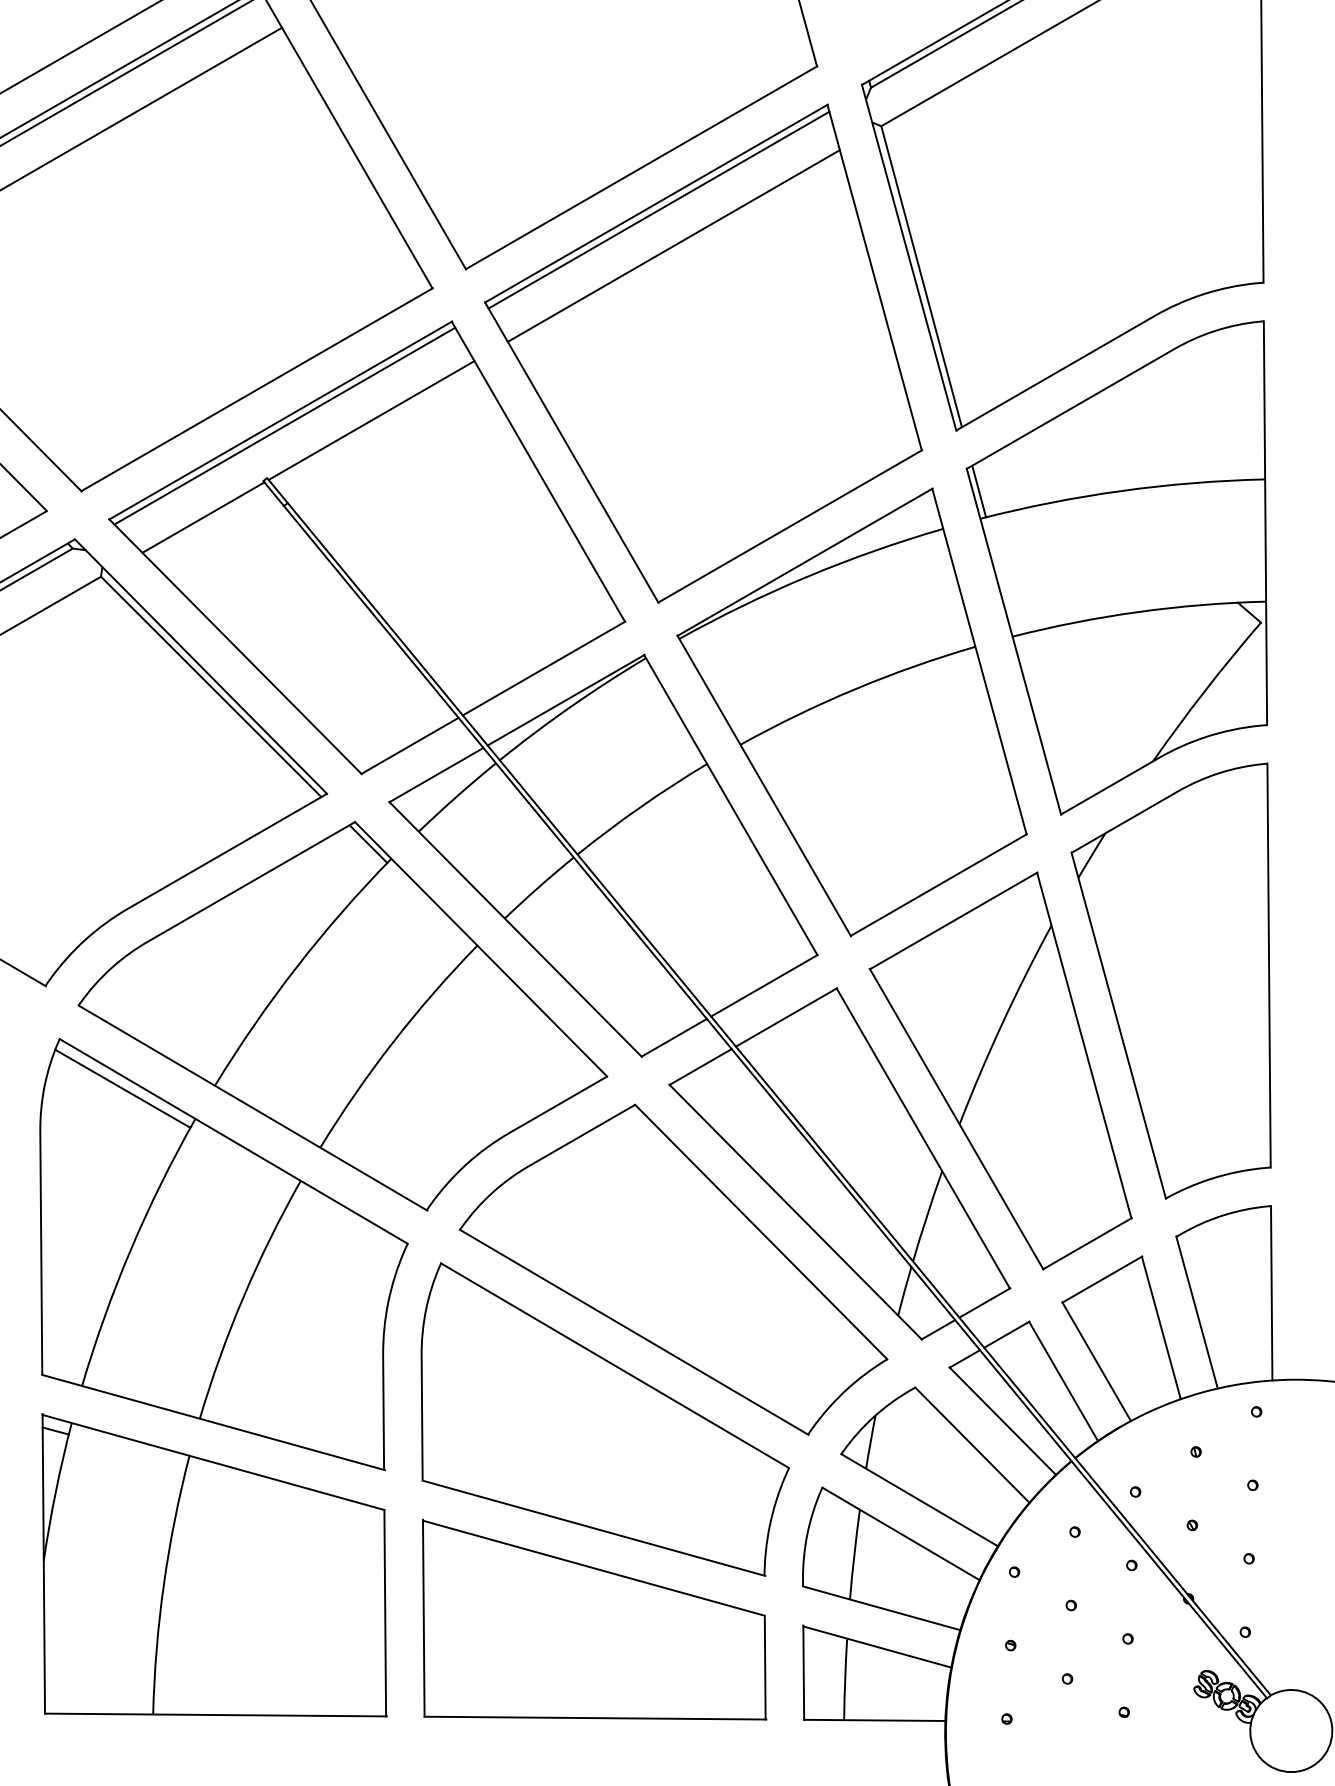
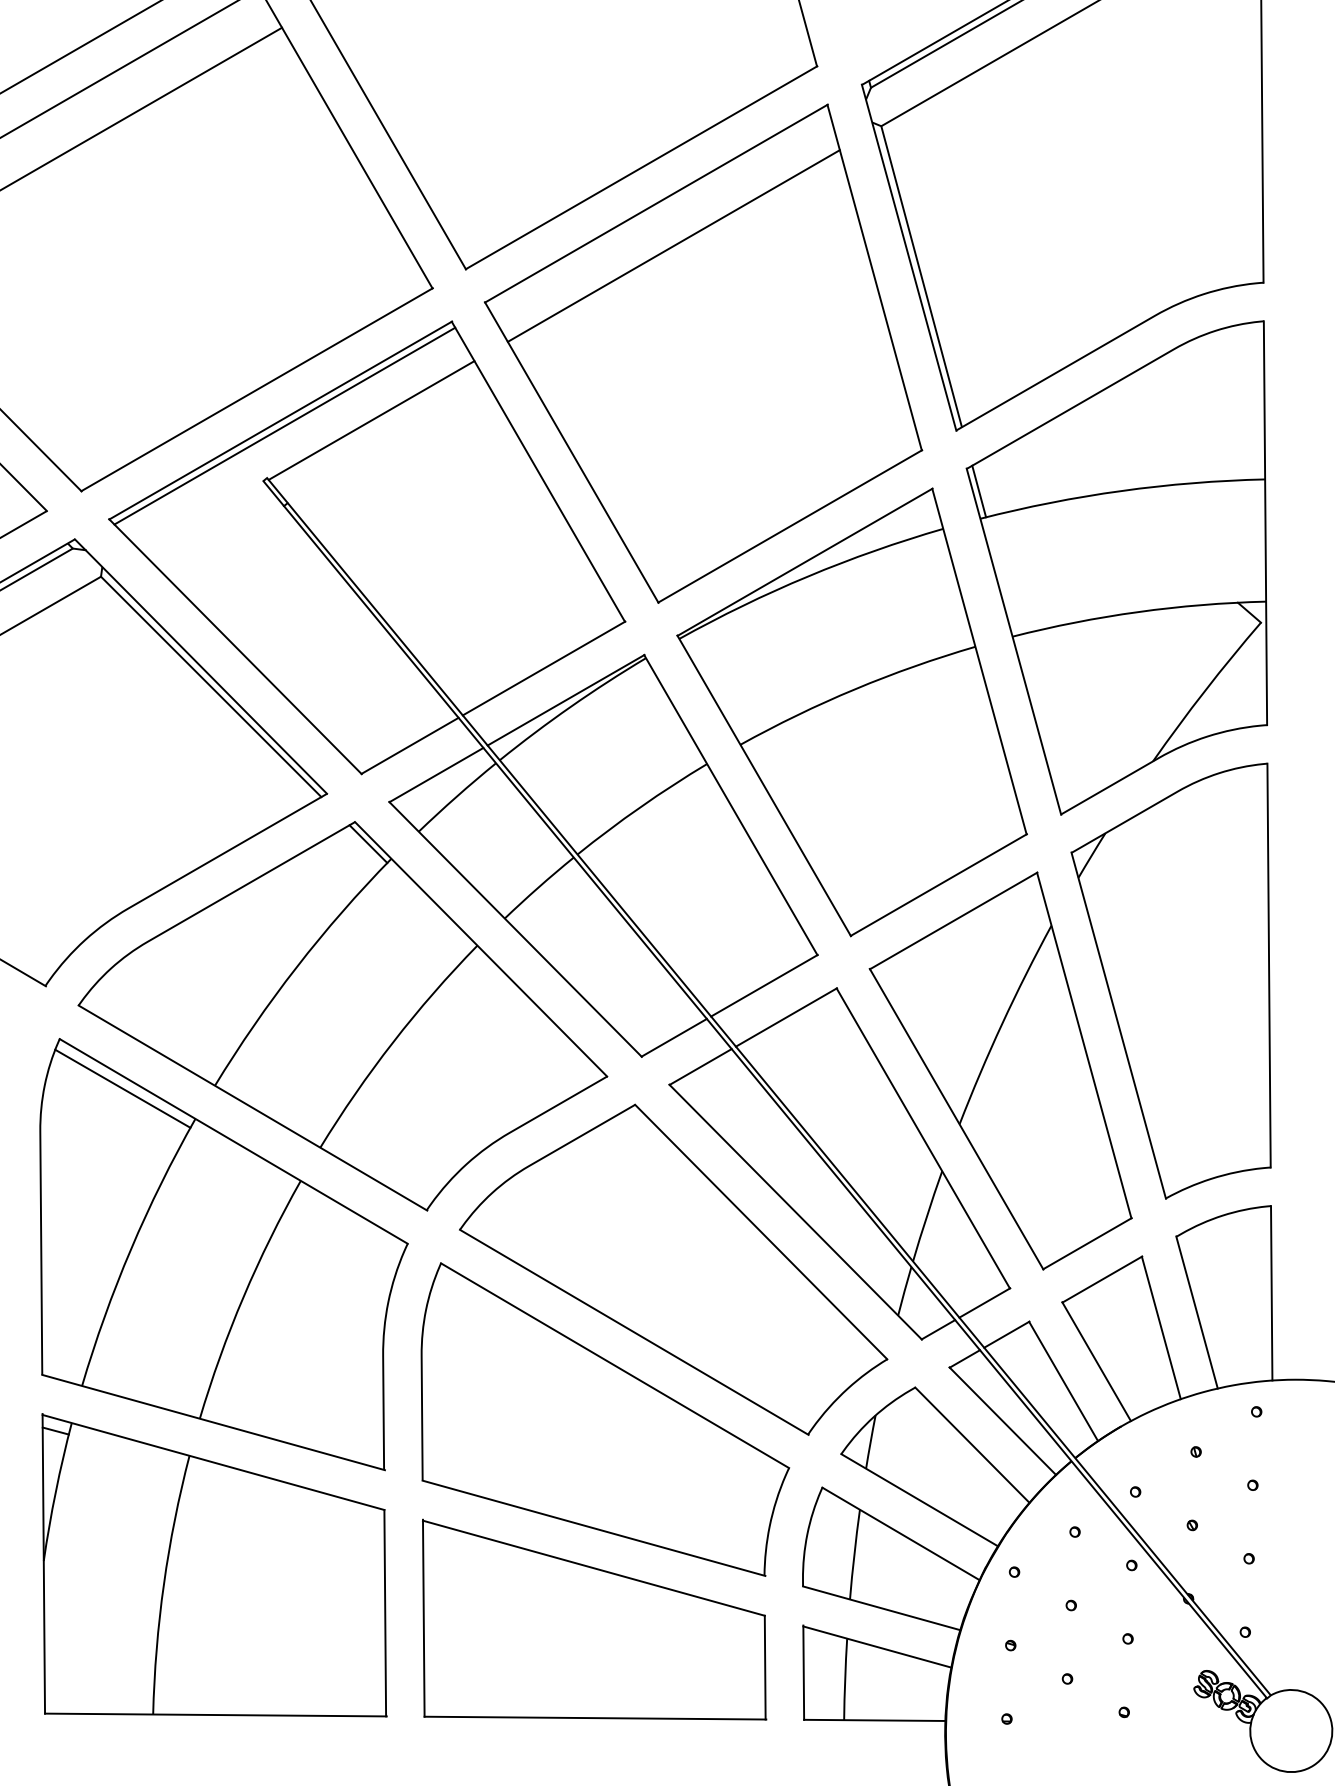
line at (125, 73): present -> none
line at (658, 209): present -> none
line at (203, 517): present -> none
